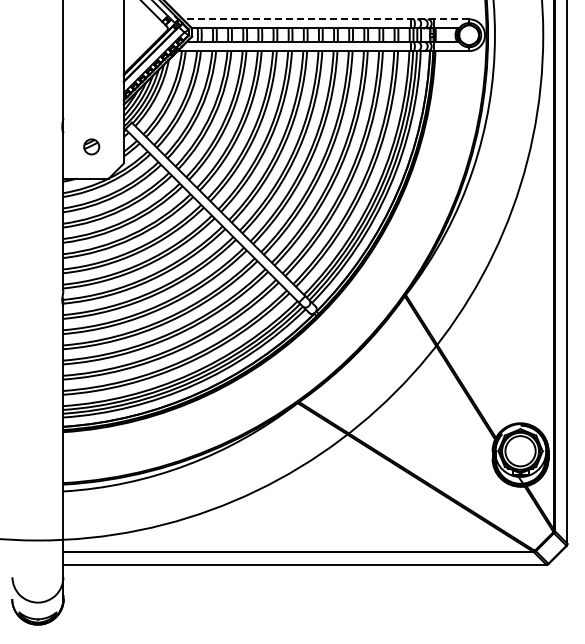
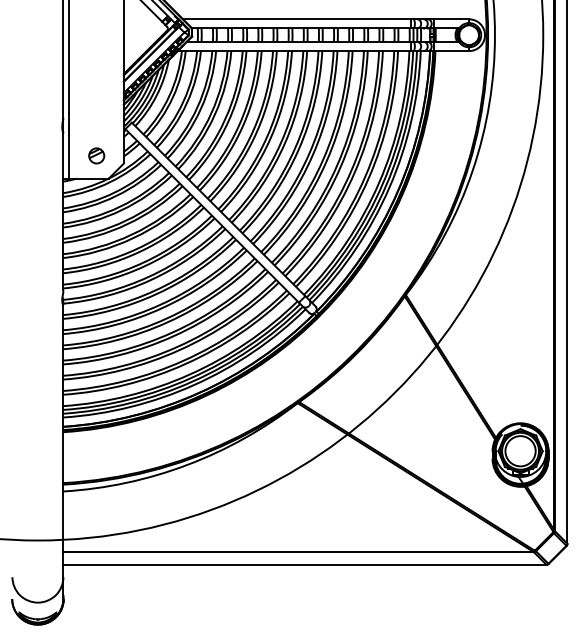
line at (325, 19): dashed -> solid
line at (68, 90): none -> present
part at (91, 146) position: (91, 146) -> (96, 155)
